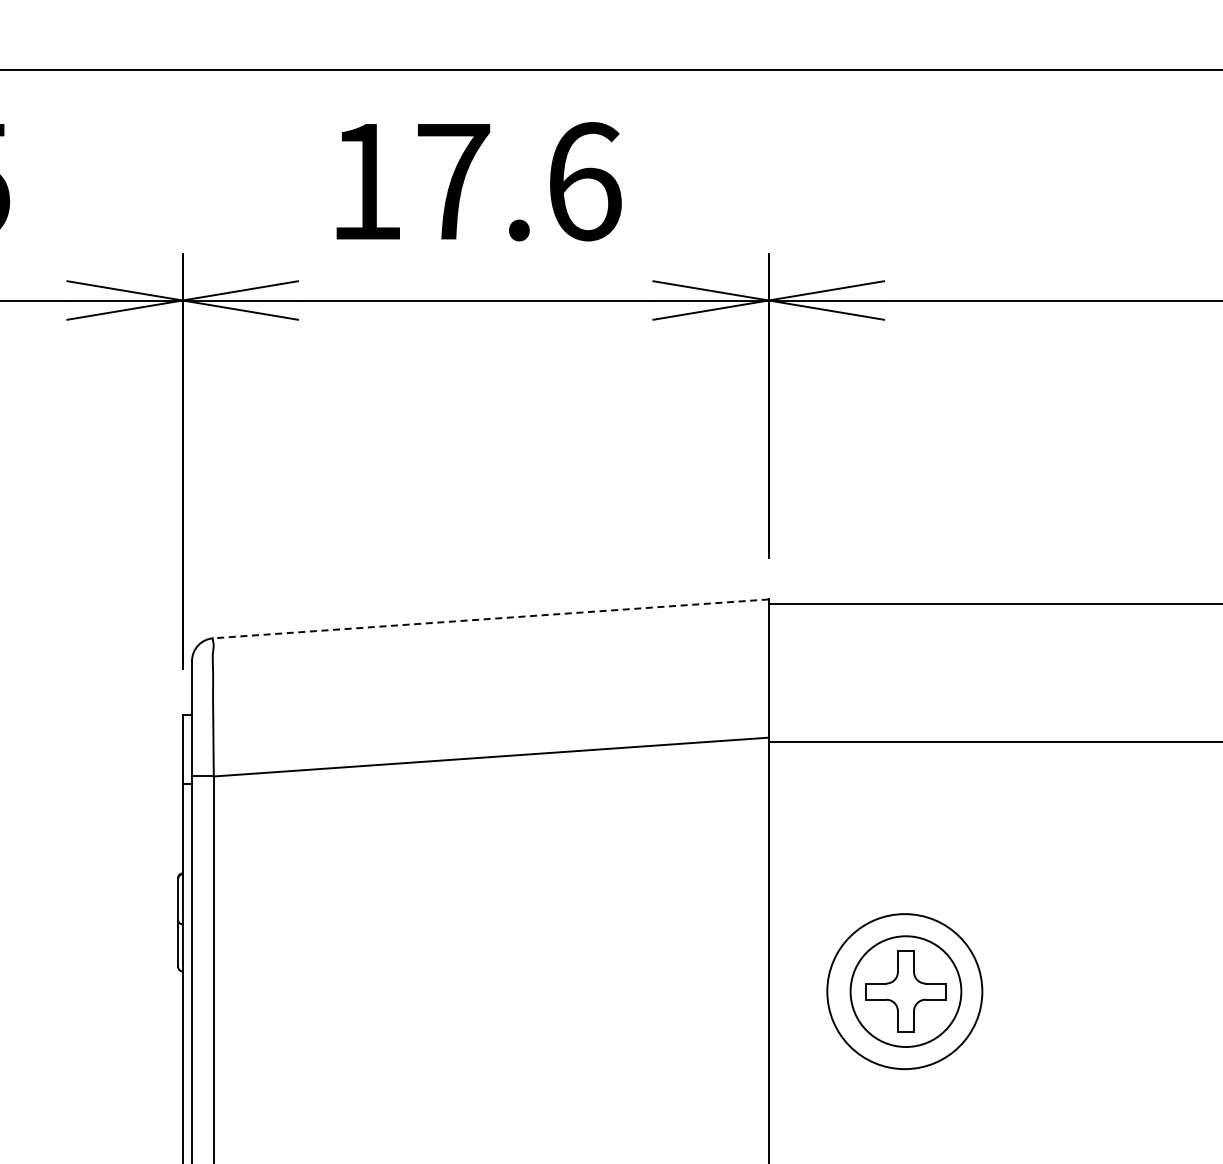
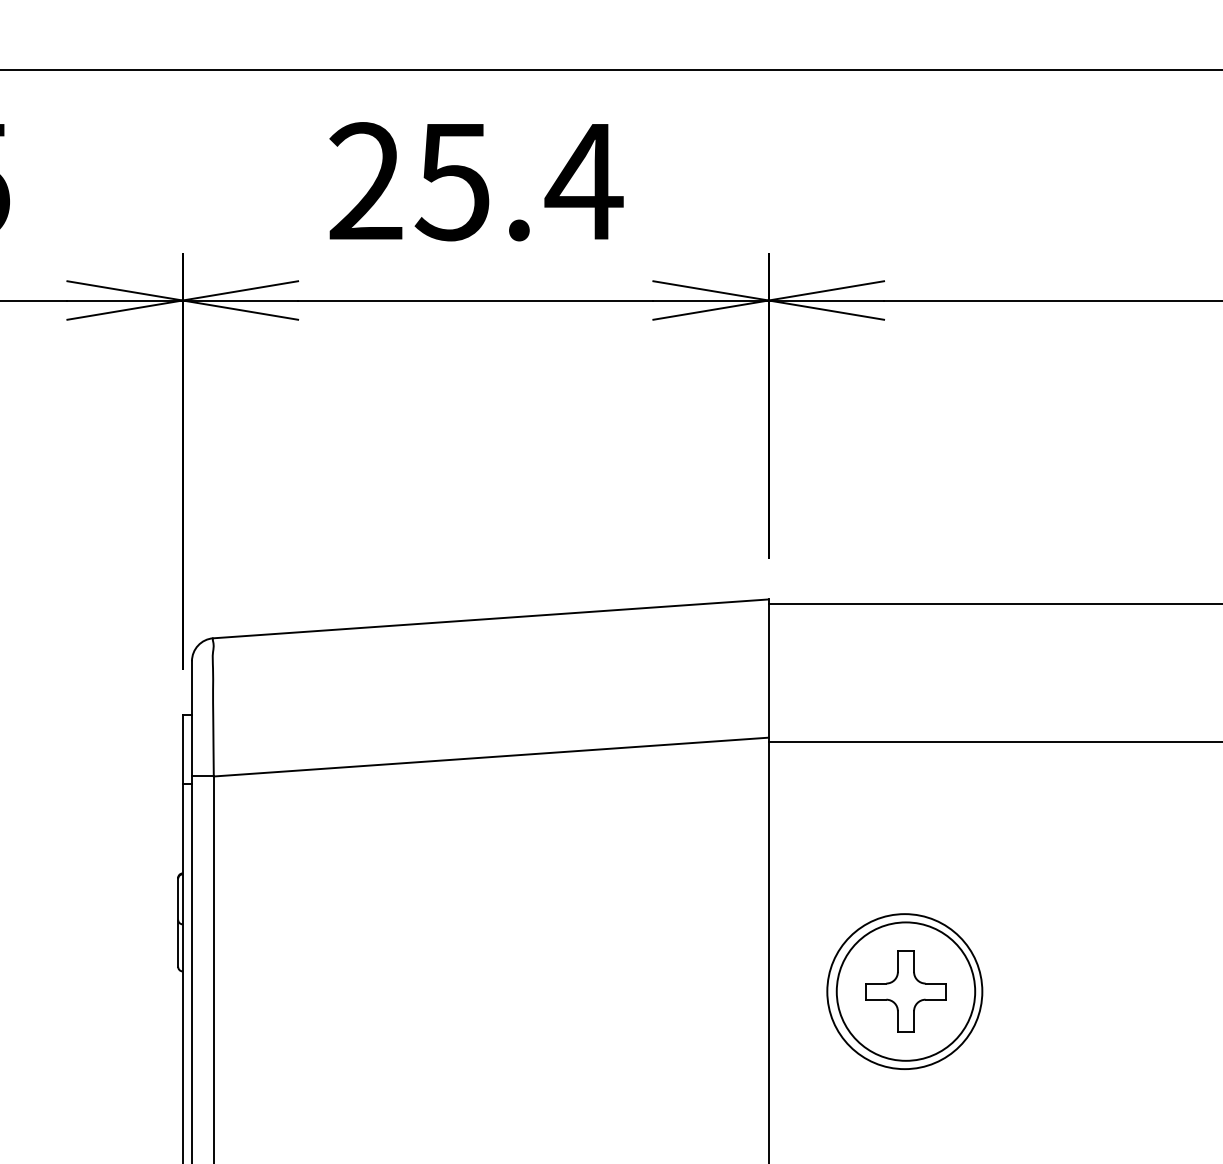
text at (476, 181): 17.6 -> 25.4
line at (490, 618): dashed -> solid
circle at (905, 991) diameter: 111 px -> 138 px
